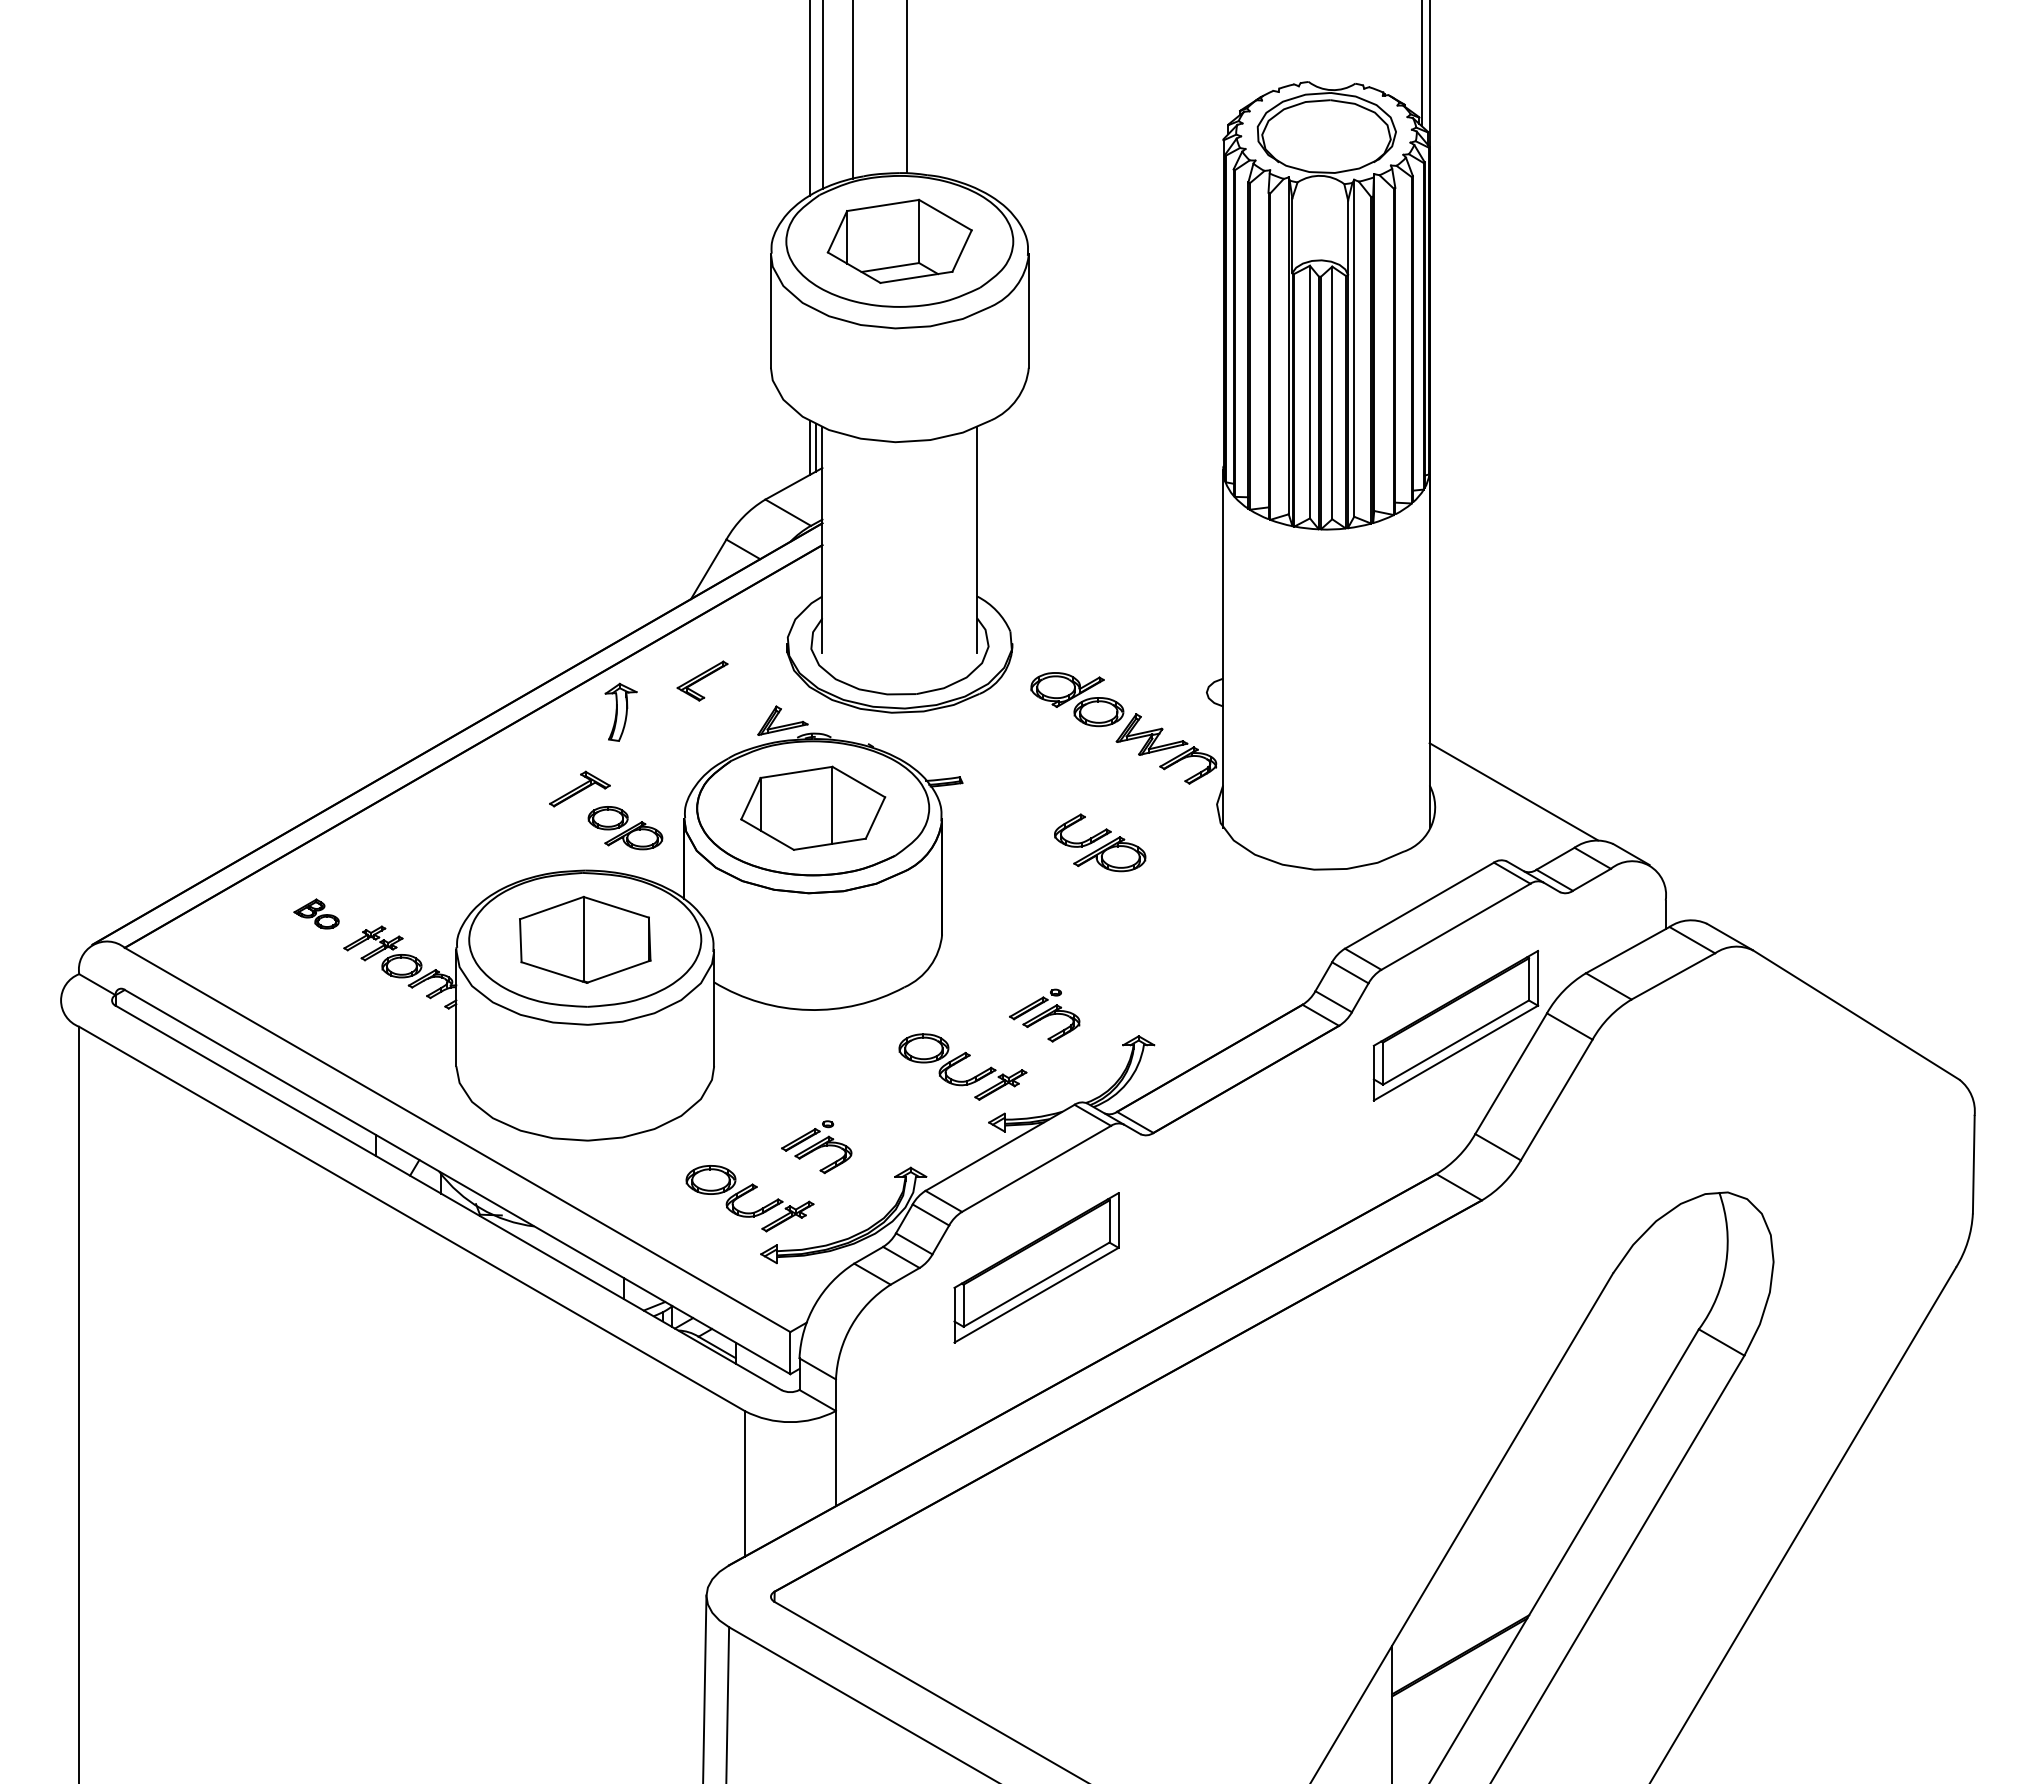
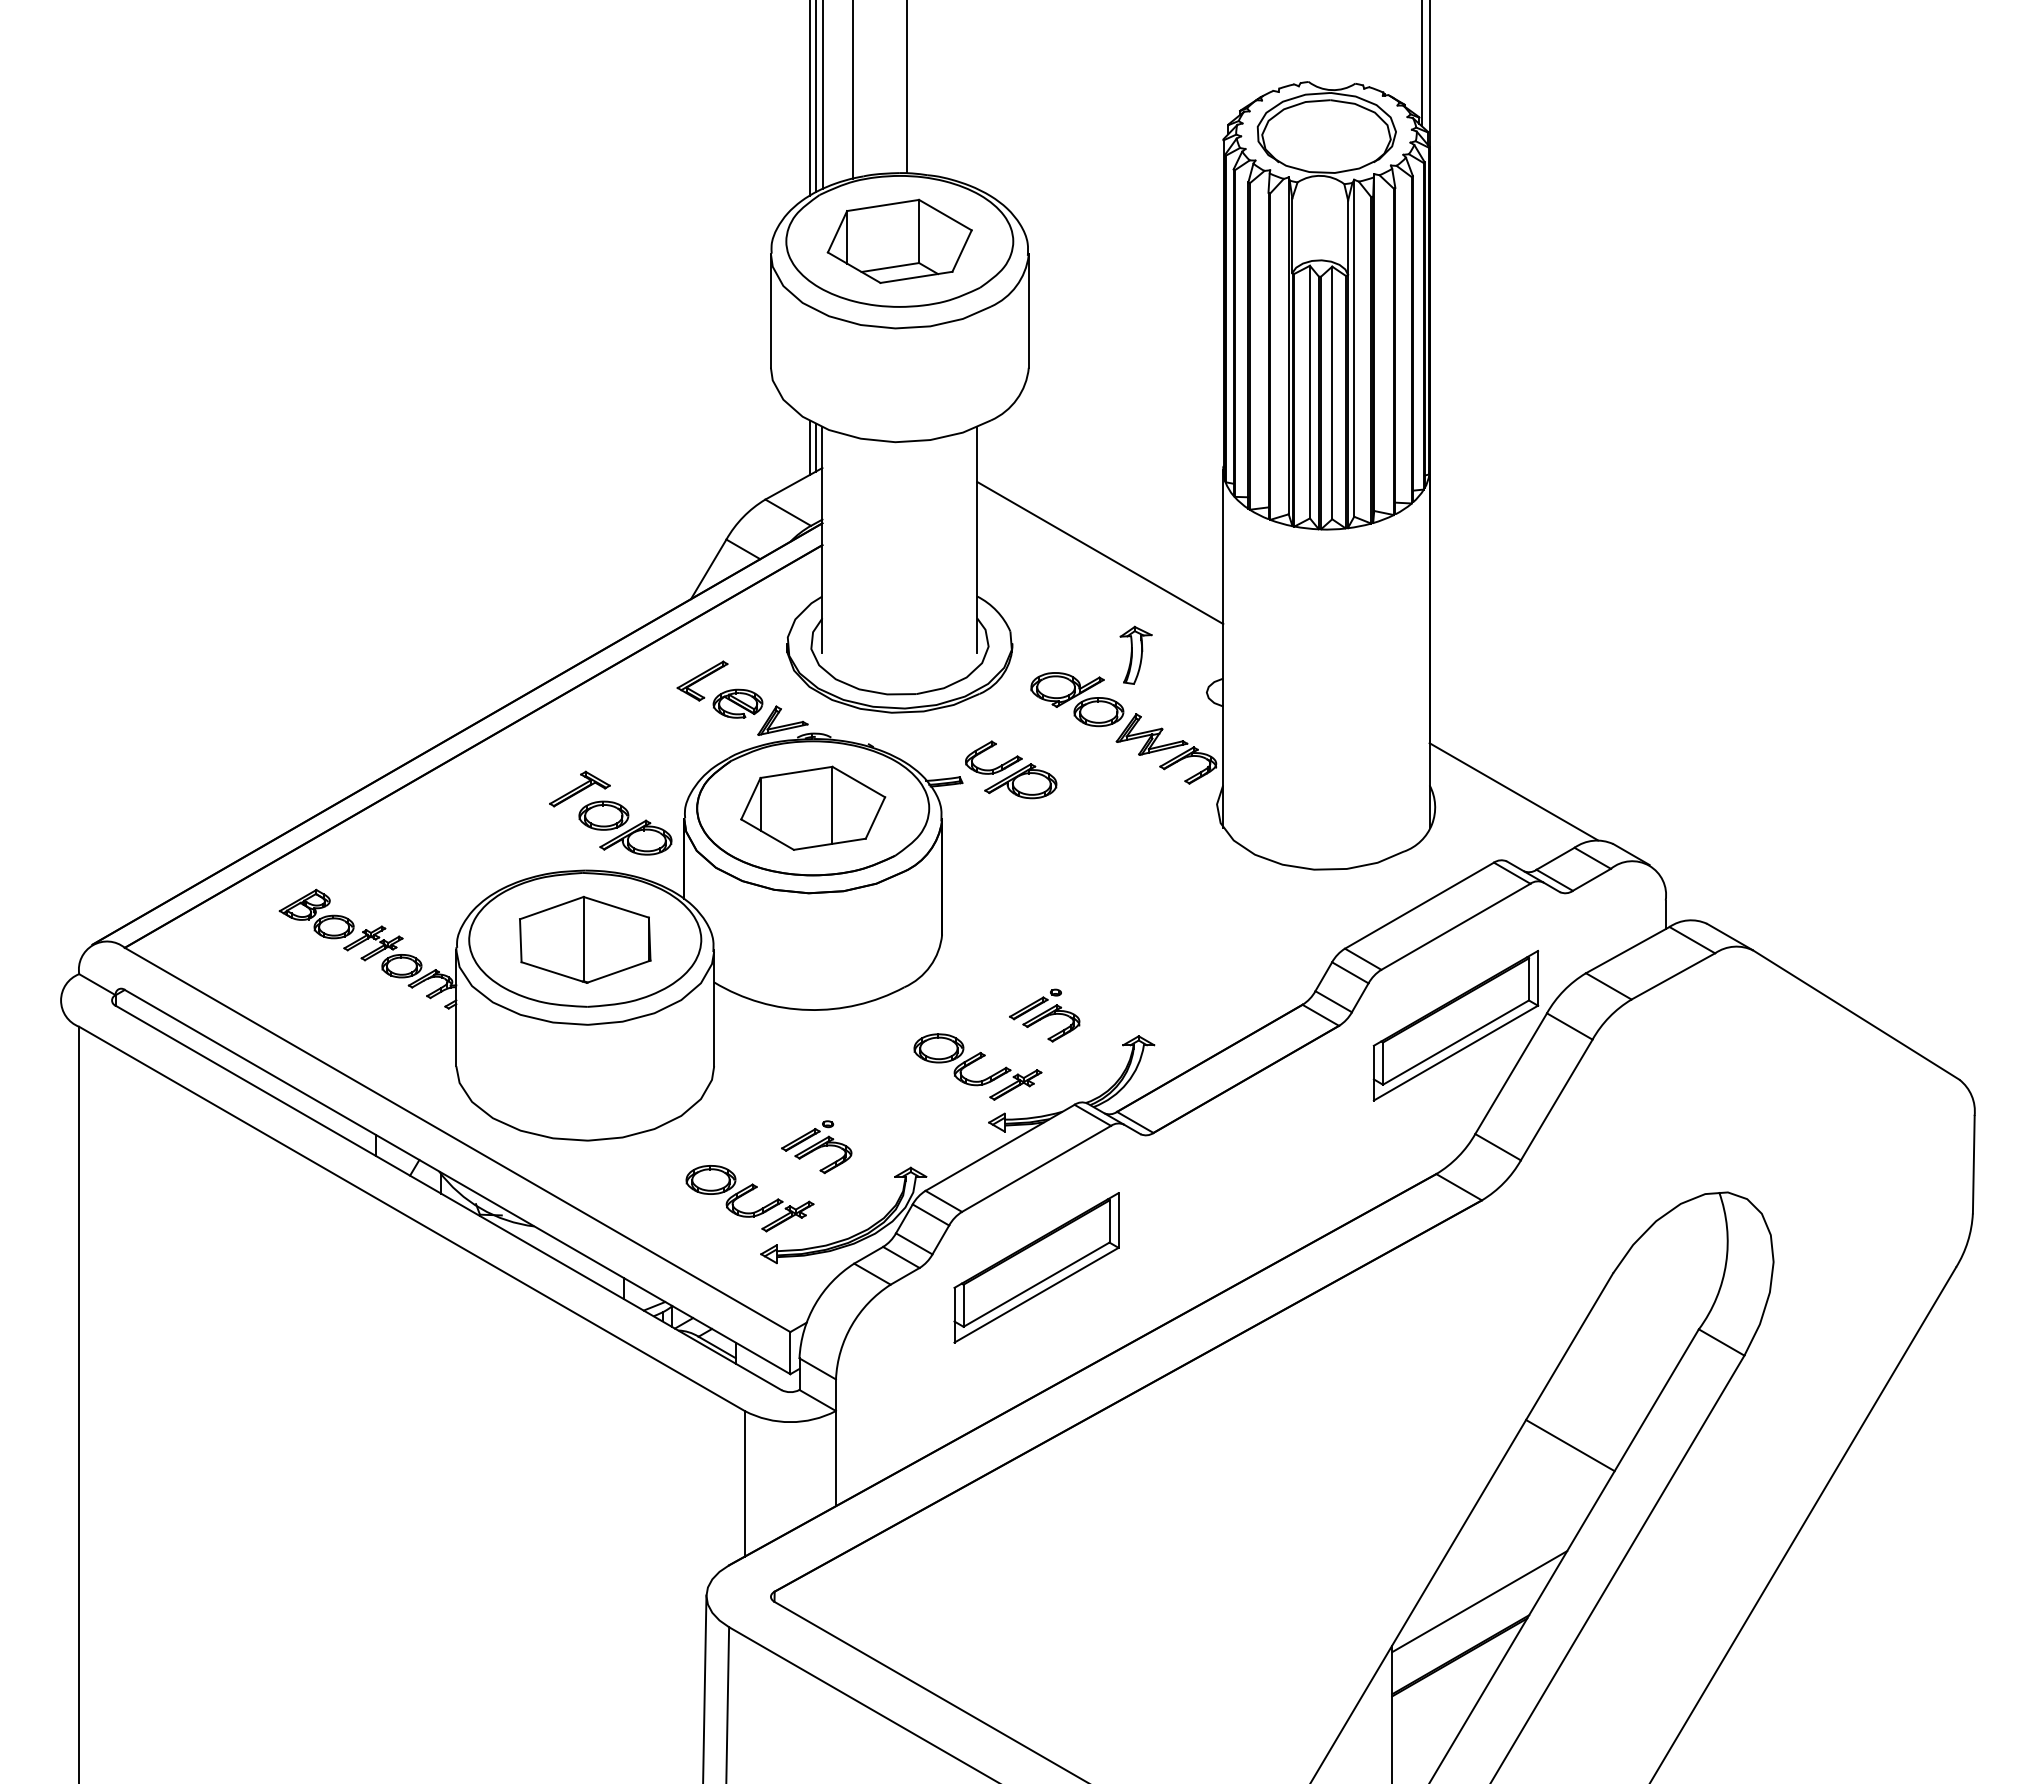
line at (816, 97): none -> present
line at (1100, 552): none -> present
part at (737, 703): none -> present
part at (620, 711) position: (620, 711) -> (1135, 654)
part at (625, 828) size: 77x45 px -> 95x56 px
part at (1100, 842) position: (1100, 842) -> (1011, 769)
part at (316, 913) size: 47x32 px -> 77x52 px
part at (962, 1066) position: (962, 1066) -> (977, 1066)
line at (1570, 1445): none -> present
line at (1479, 1601): none -> present
